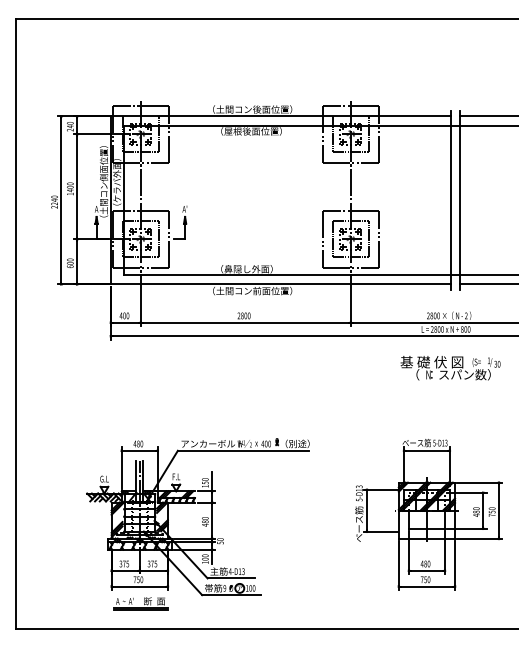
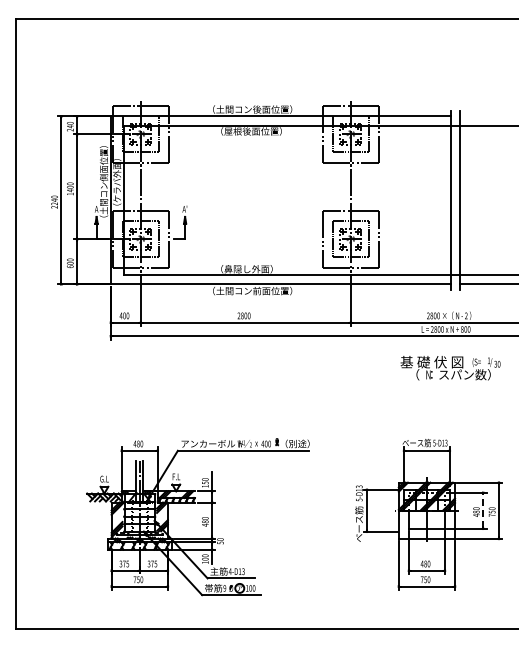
line at (487, 116): present -> none
line at (483, 510): solid -> dashed
part at (140, 603): present -> none
